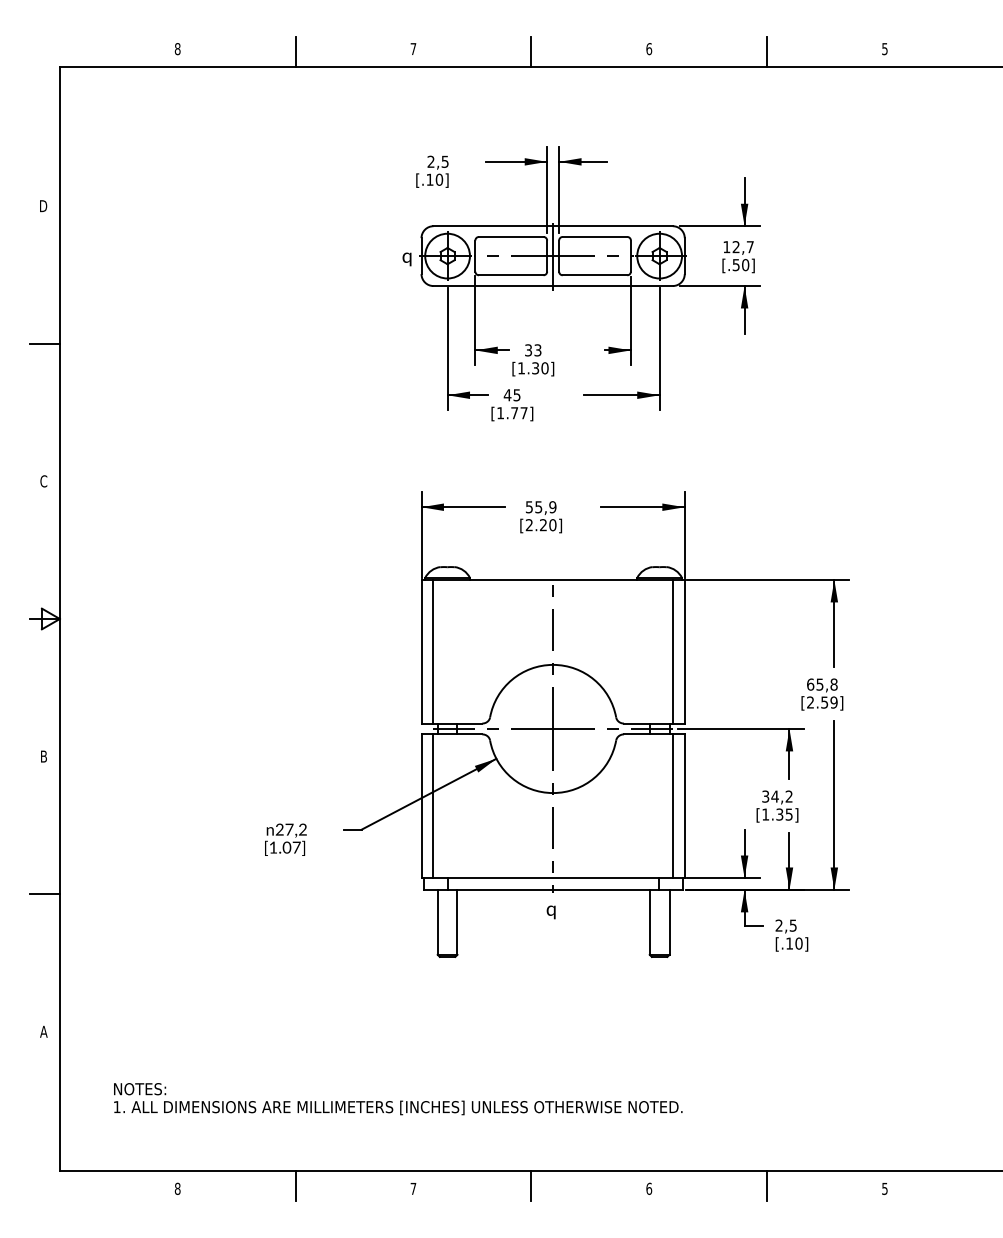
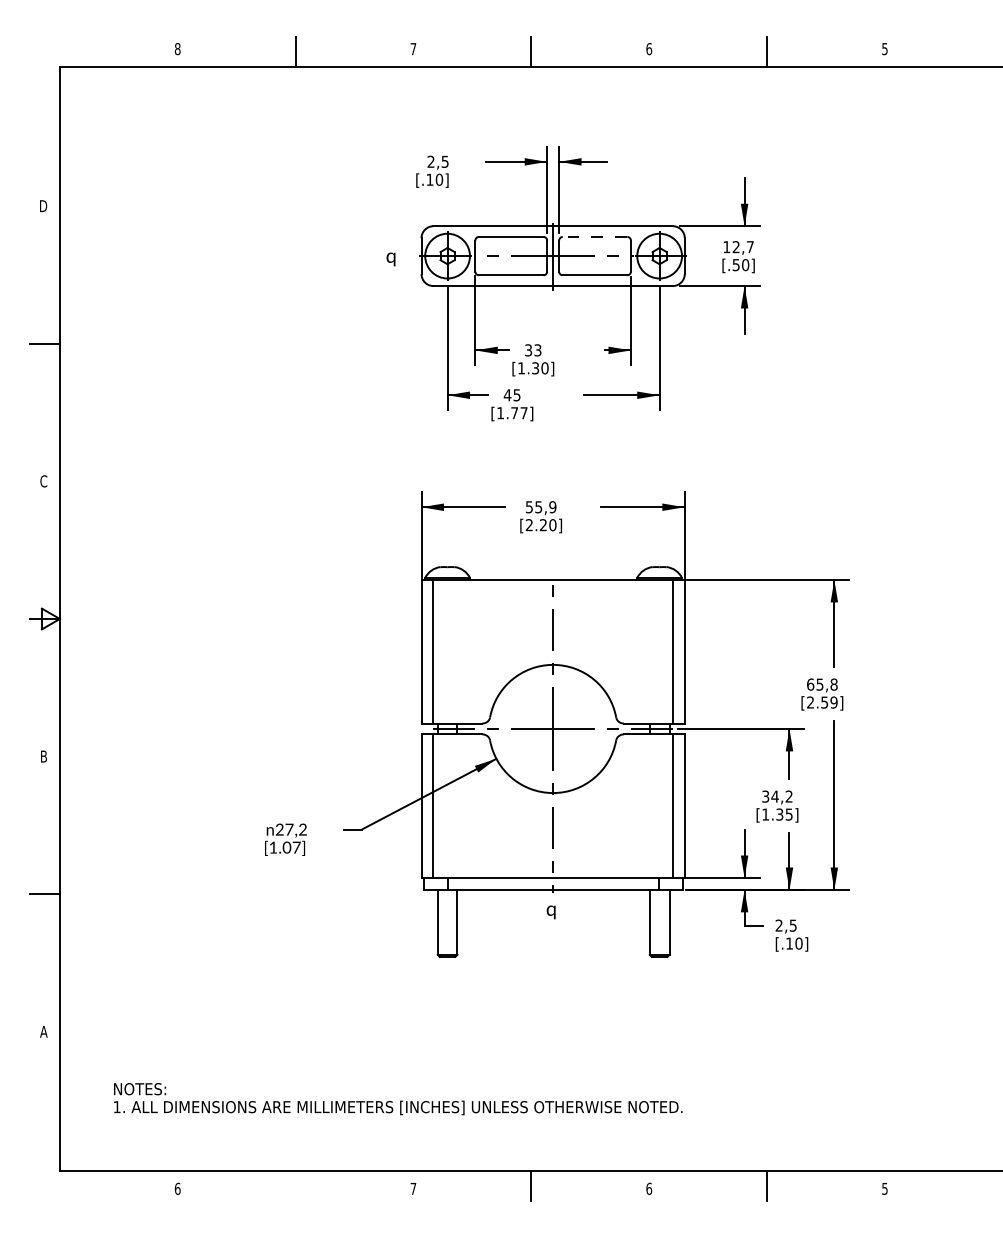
line at (594, 236): solid -> dashed
text at (406, 259) position: (406, 259) -> (390, 259)
line at (295, 1185): present -> none
text at (177, 1188): 8 -> 6
